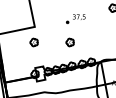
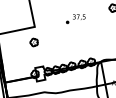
part at (69, 42): present -> none
